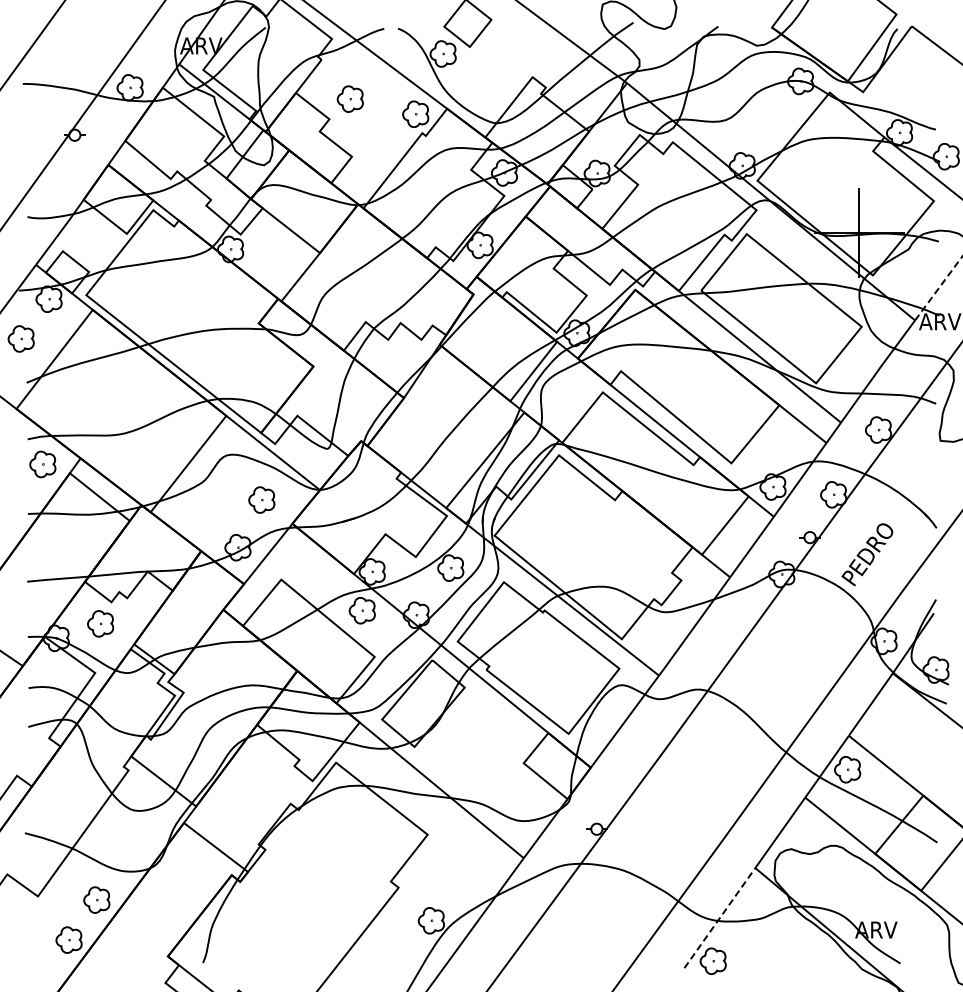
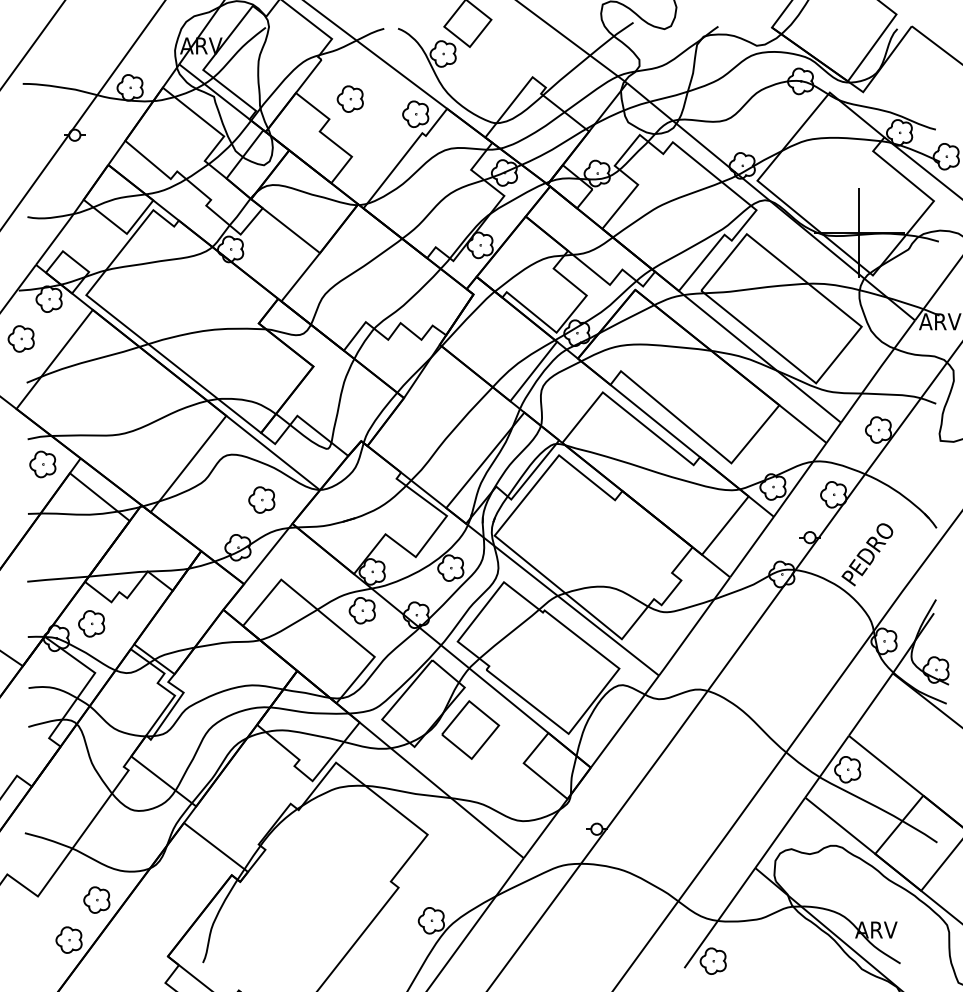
line at (939, 287): dashed -> solid
part at (100, 623) position: (100, 623) -> (91, 623)
part at (470, 729): none -> present
line at (720, 917): dashed -> solid
